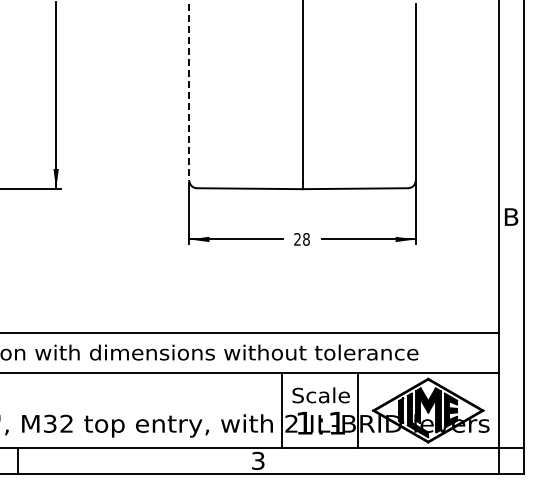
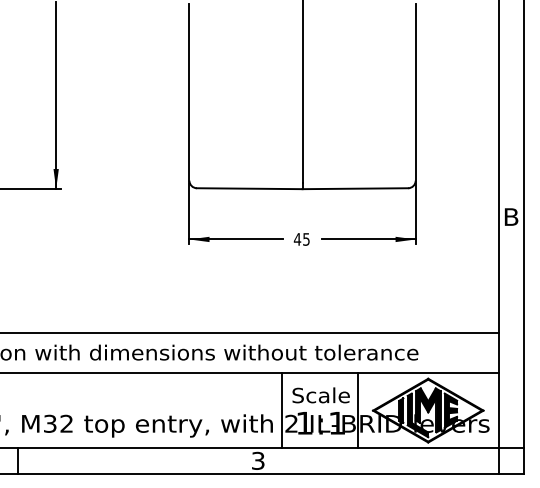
line at (189, 92): dashed -> solid
text at (301, 239): 28 -> 45
